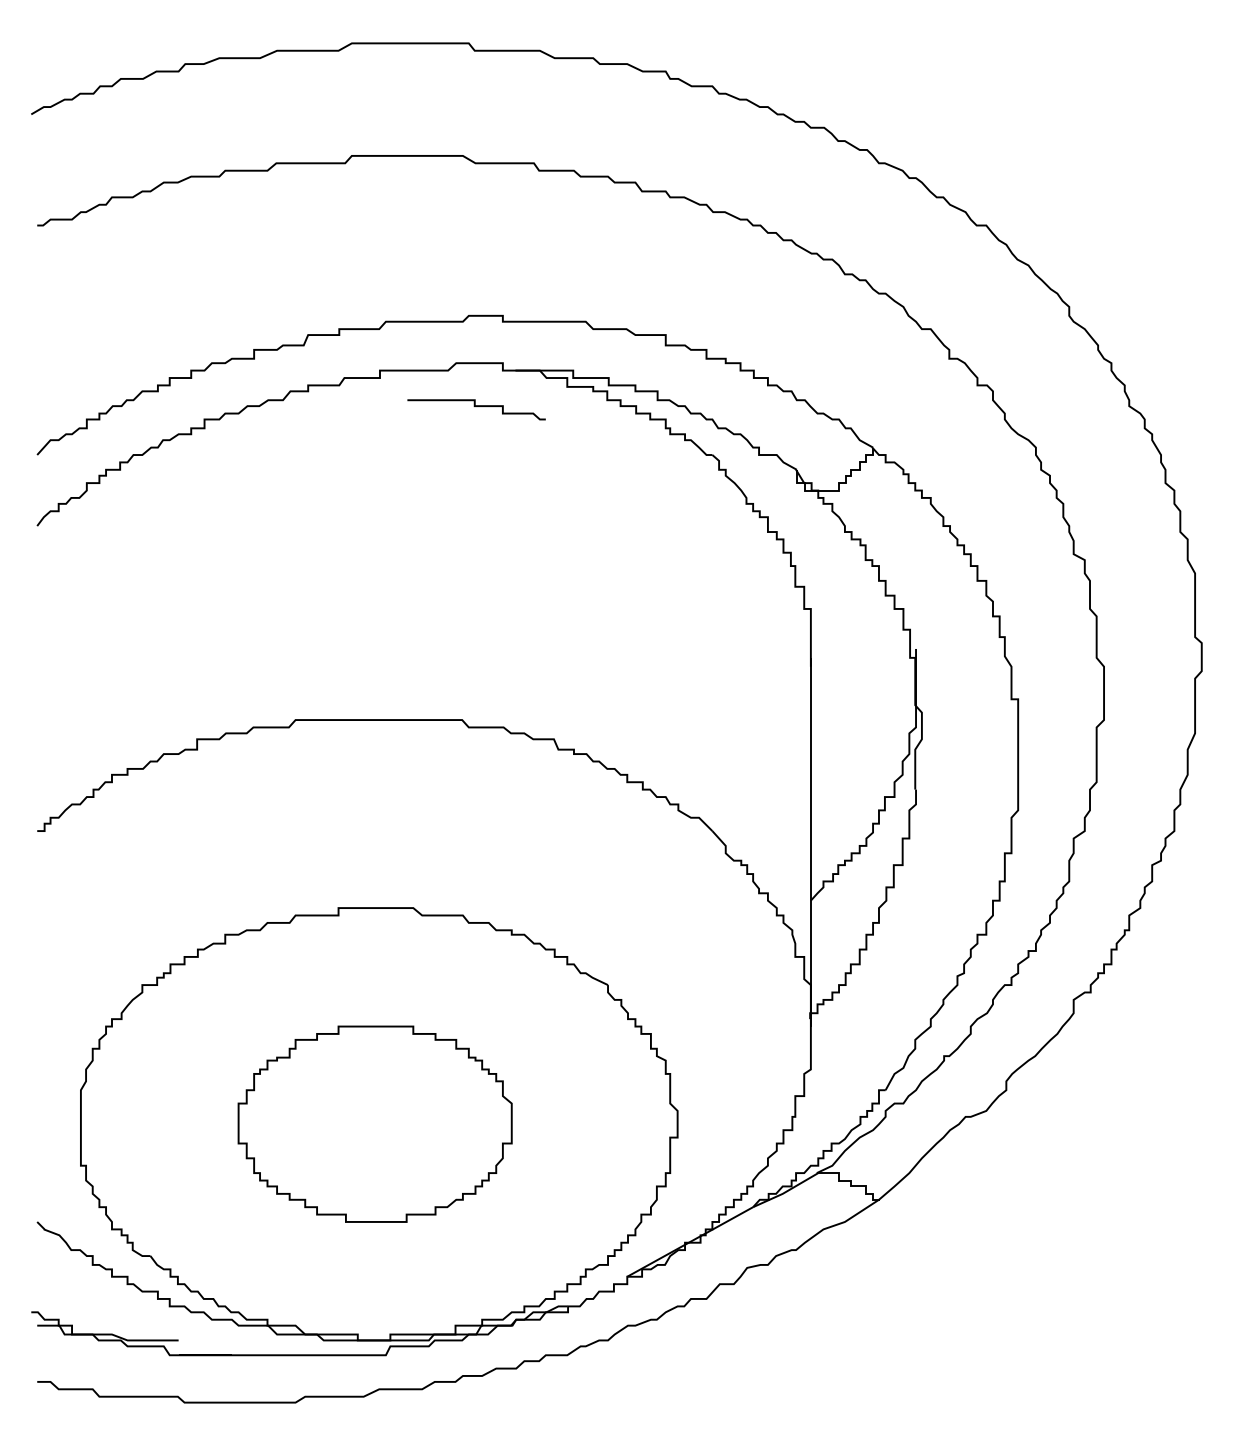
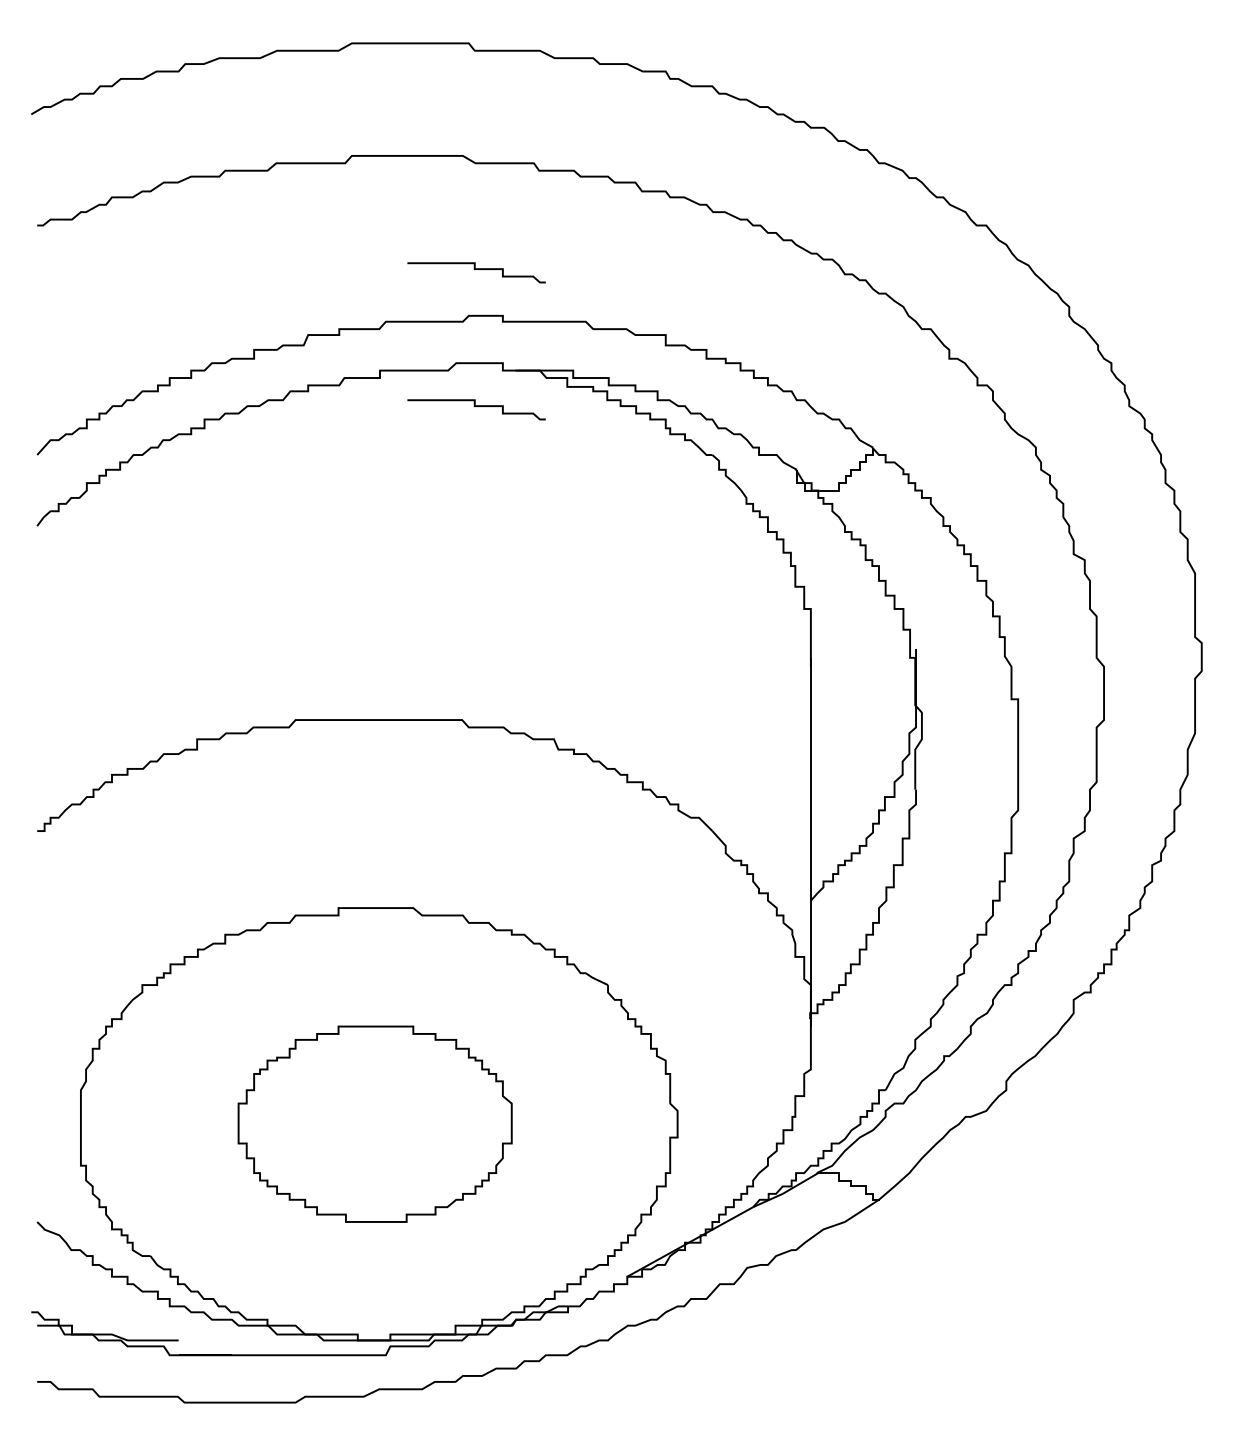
curve at (476, 269): none -> present
